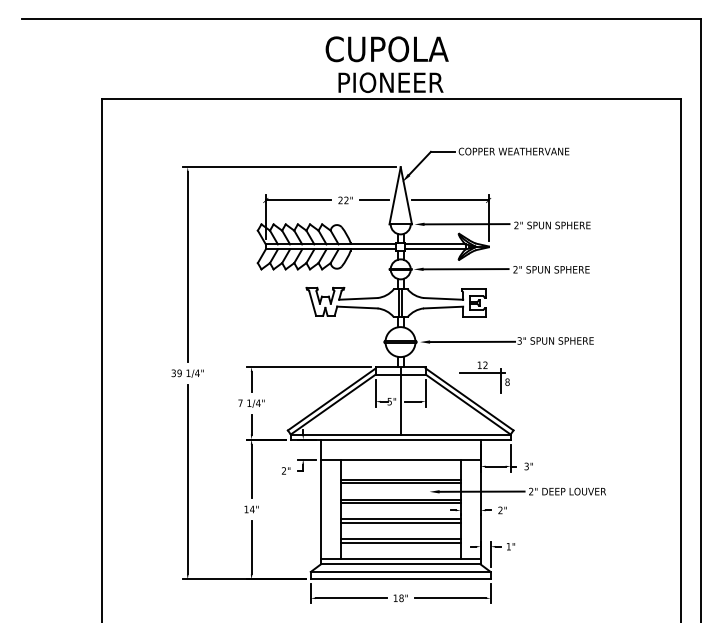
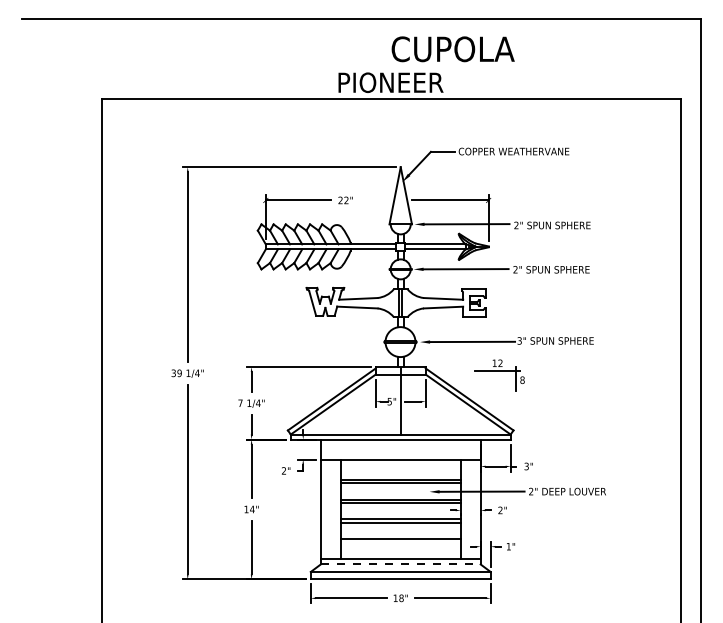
text at (386, 49) position: (386, 49) -> (452, 49)
line at (374, 200): present -> none
part at (484, 377) position: (484, 377) -> (499, 375)
line at (400, 543): present -> none
line at (400, 564): solid -> dashed
